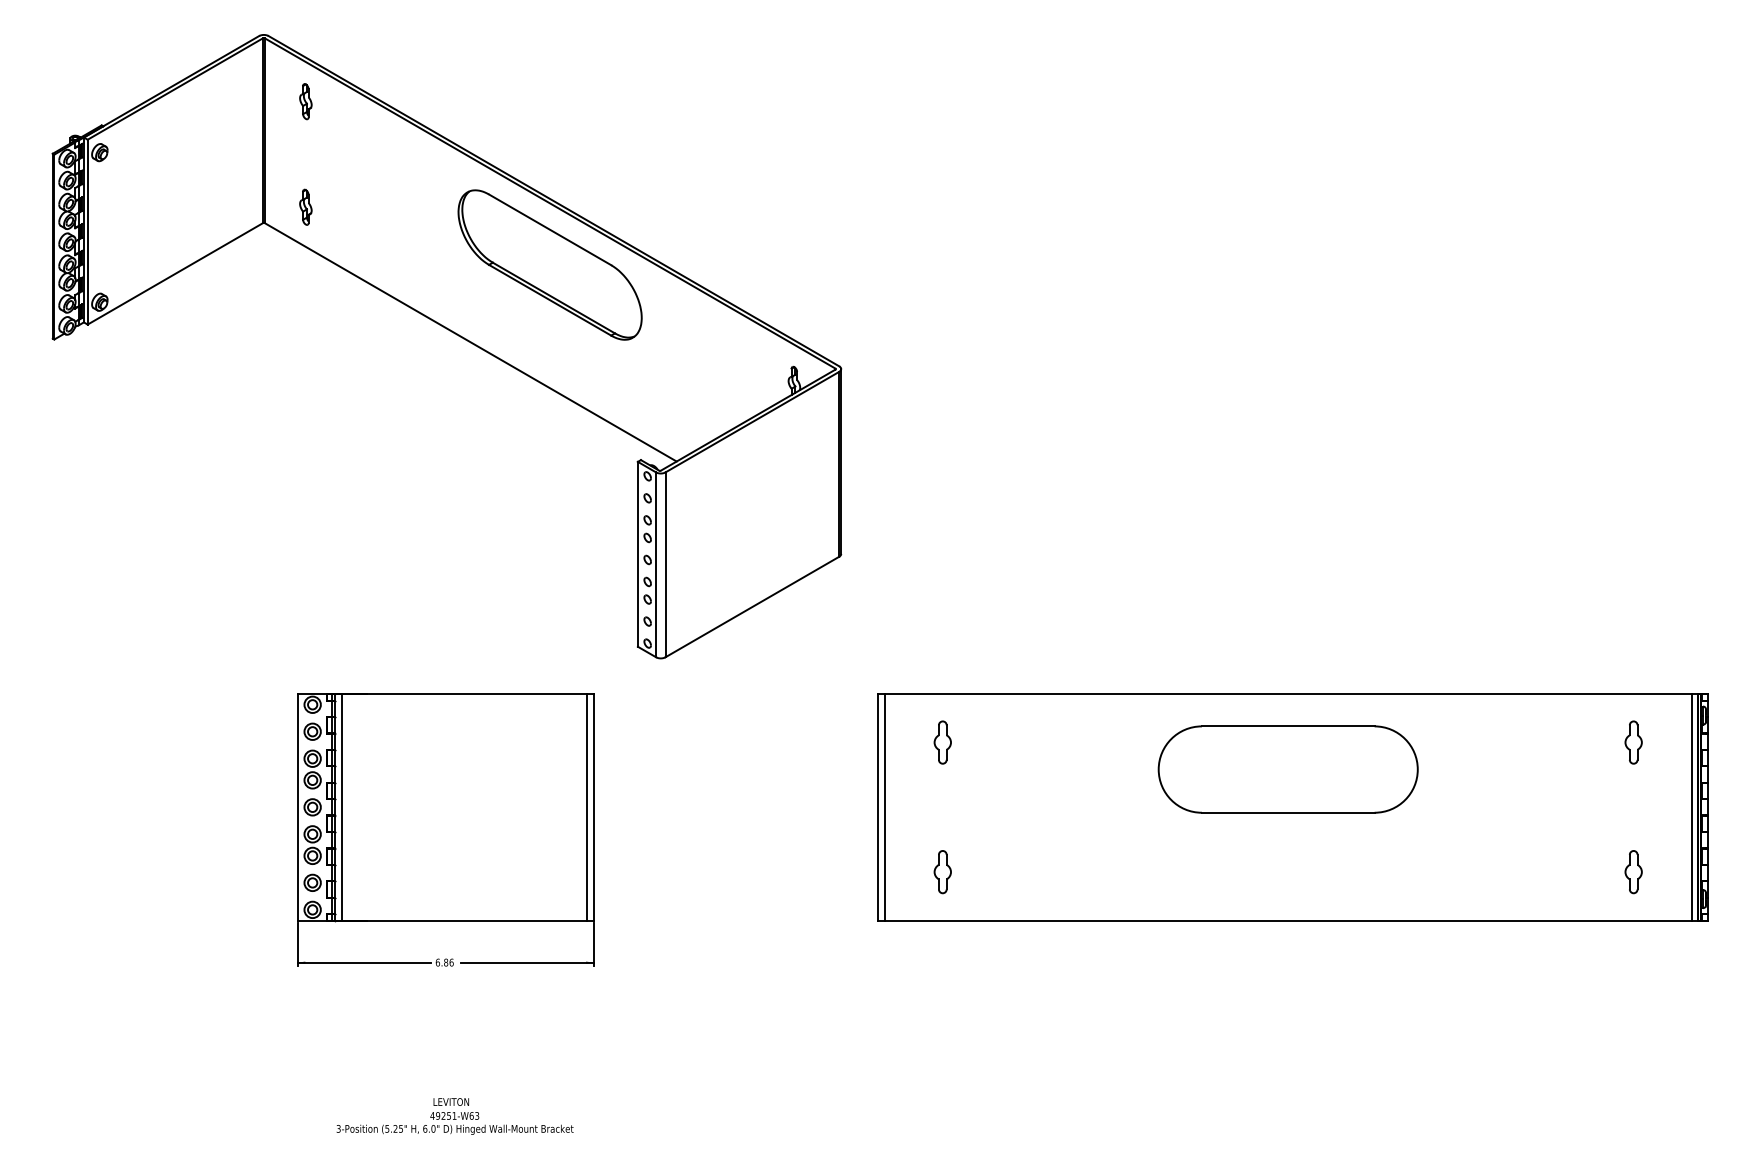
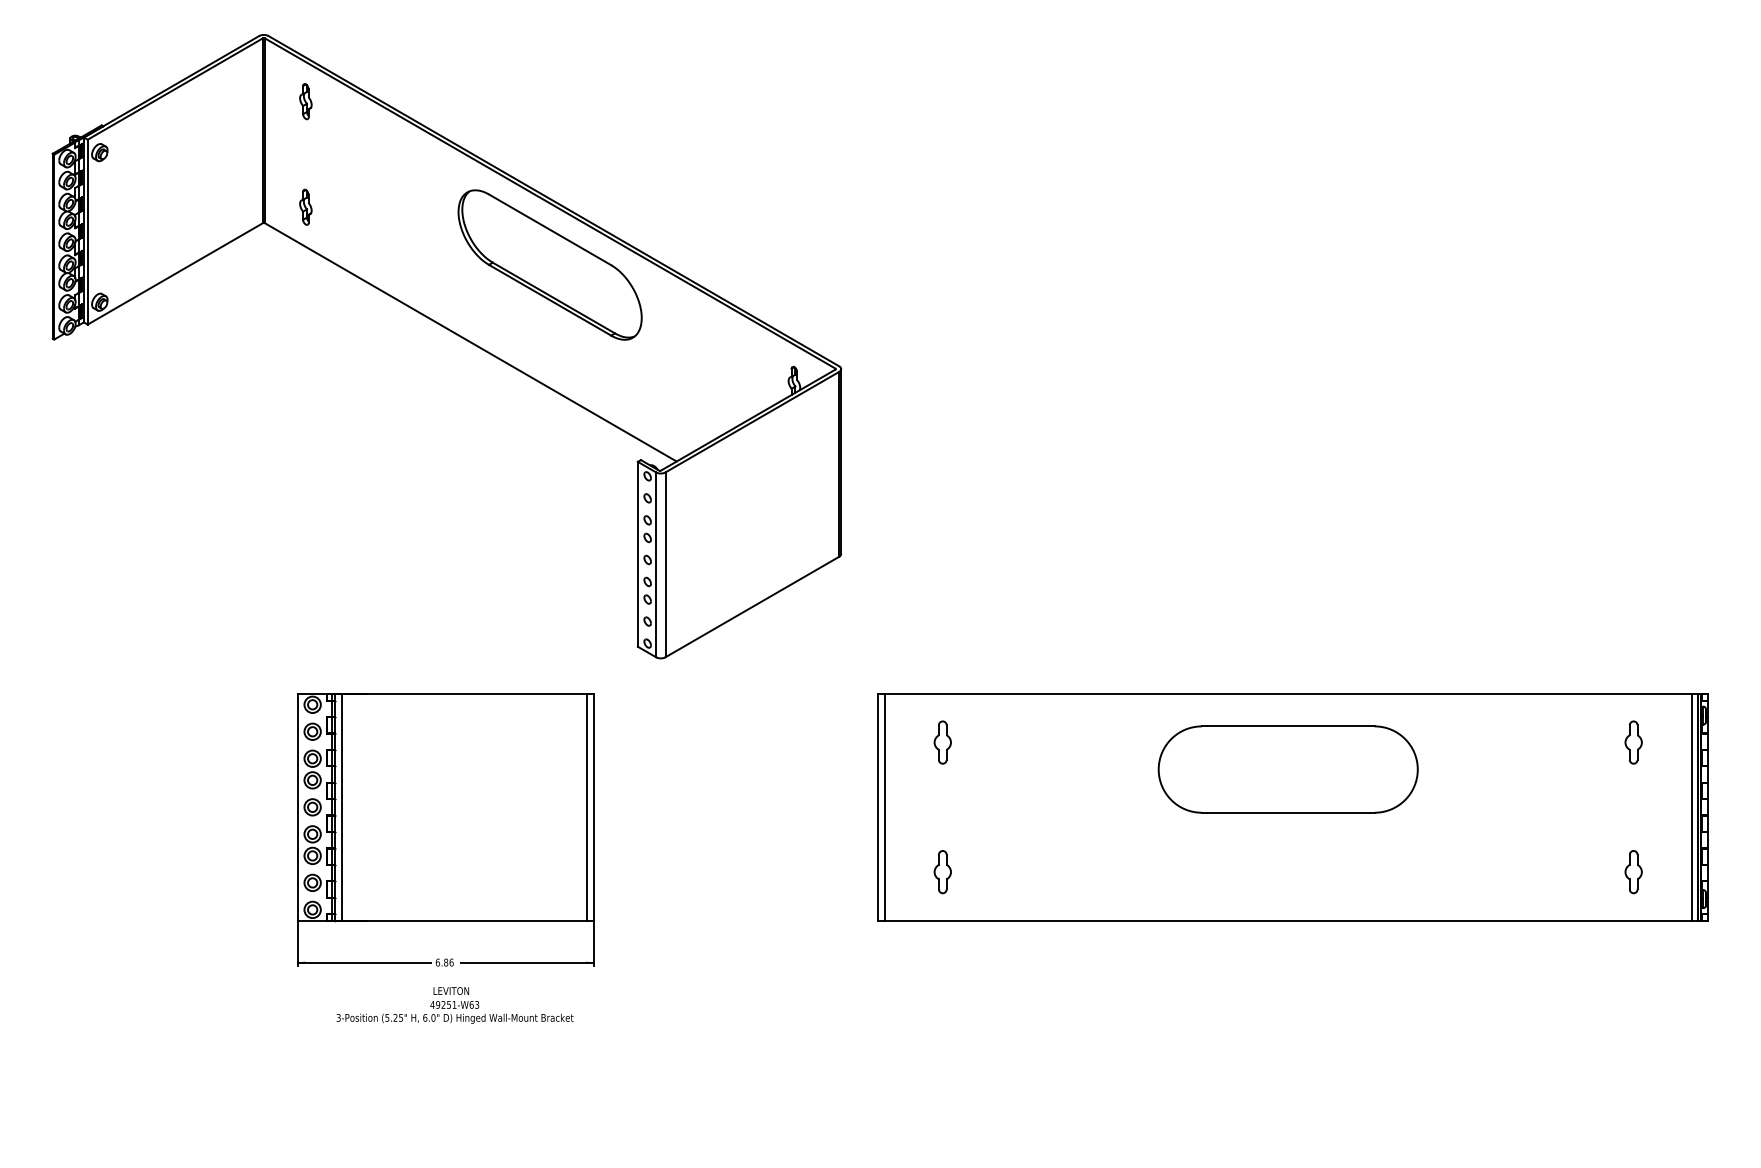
part at (454, 1116) position: (454, 1116) -> (454, 1005)
